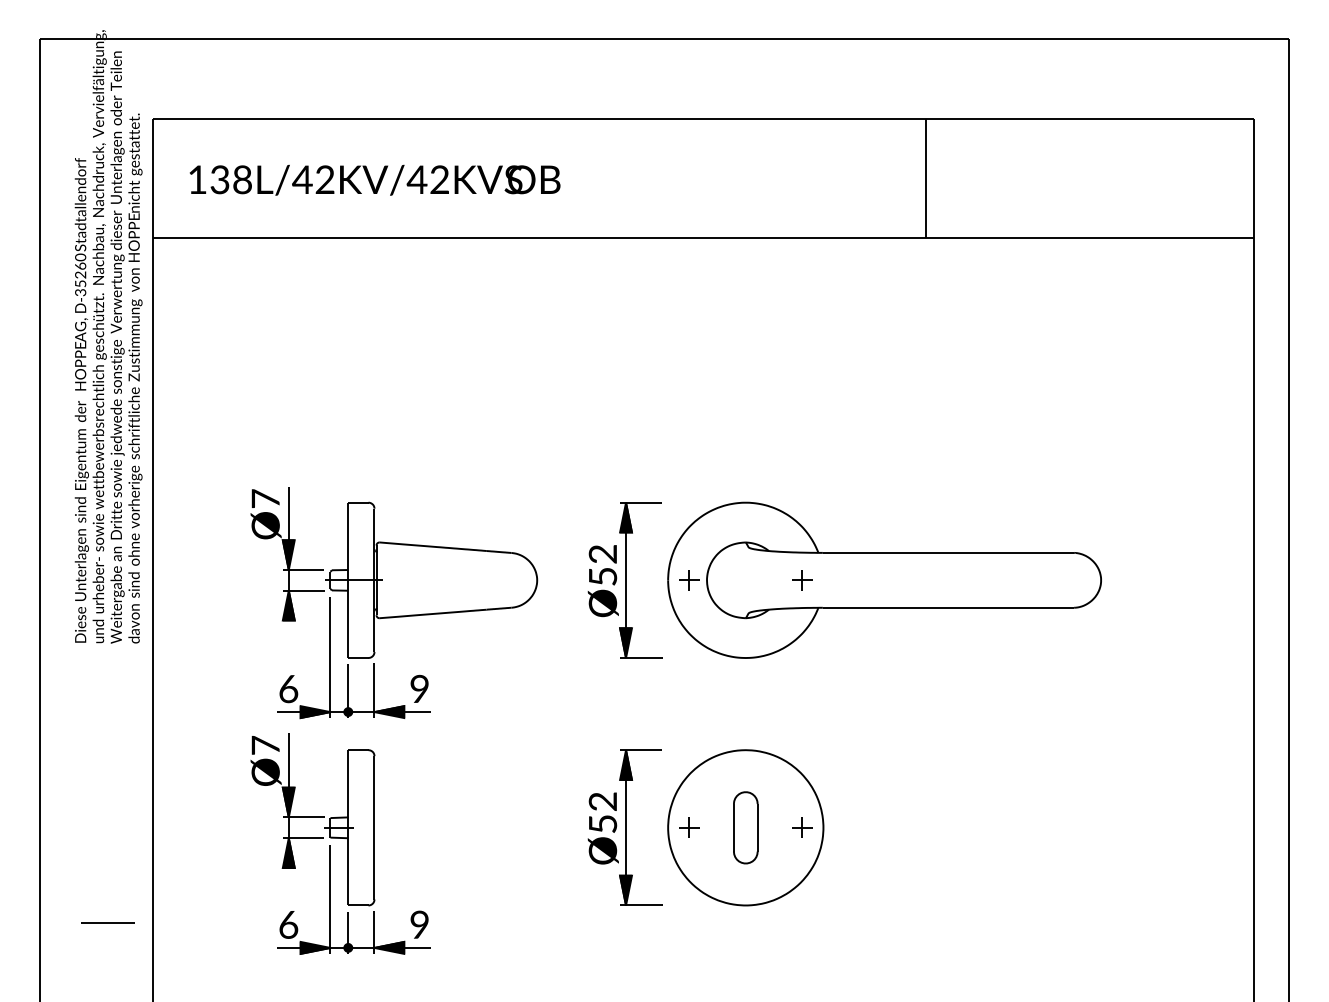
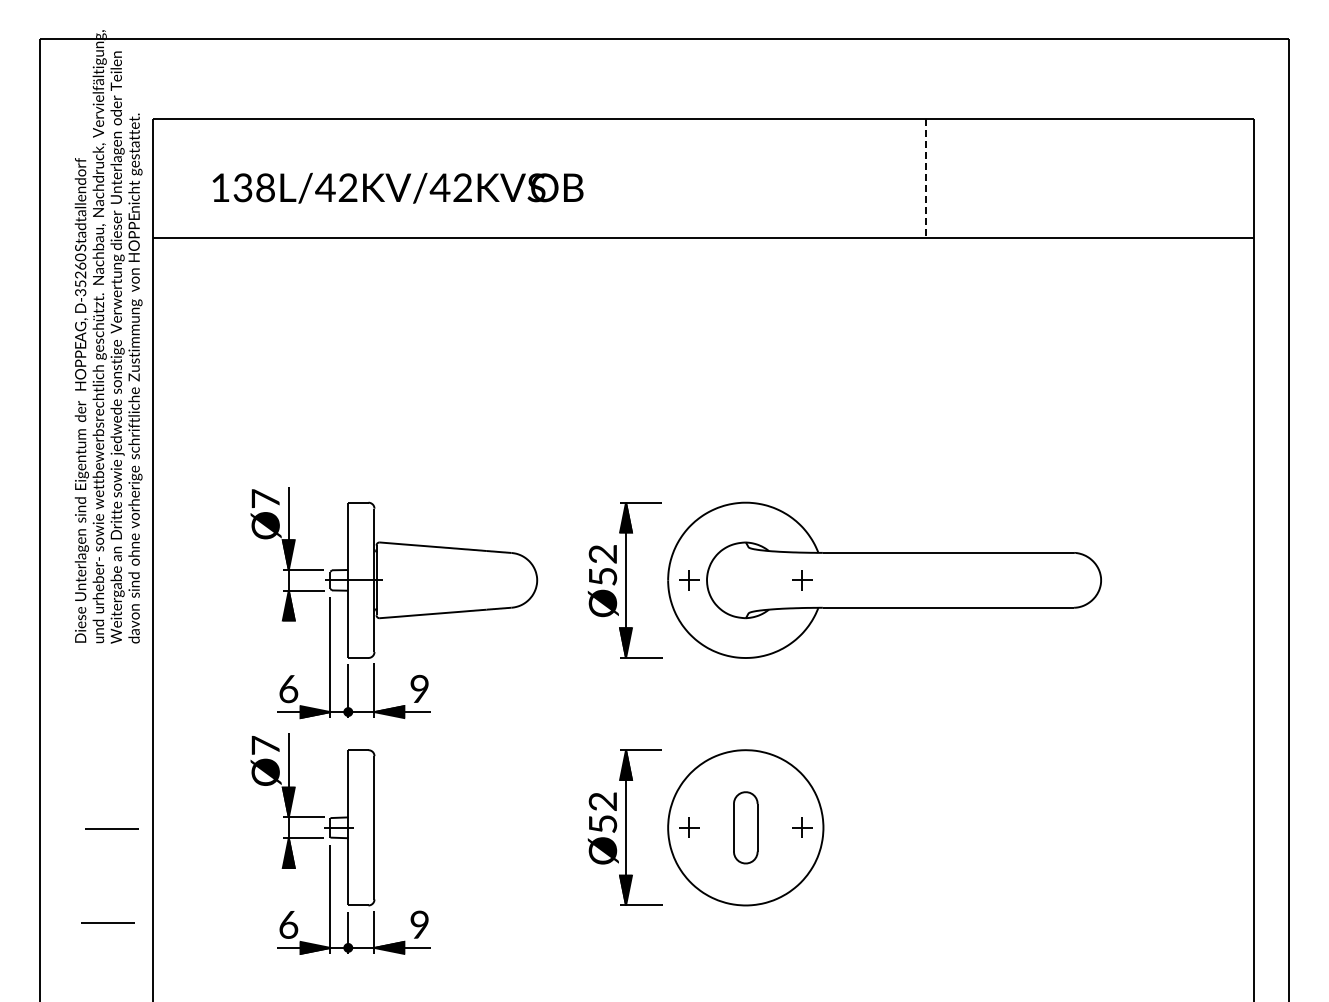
text at (374, 179) position: (374, 179) -> (397, 187)
line at (926, 179): solid -> dashed
line at (111, 828): none -> present
